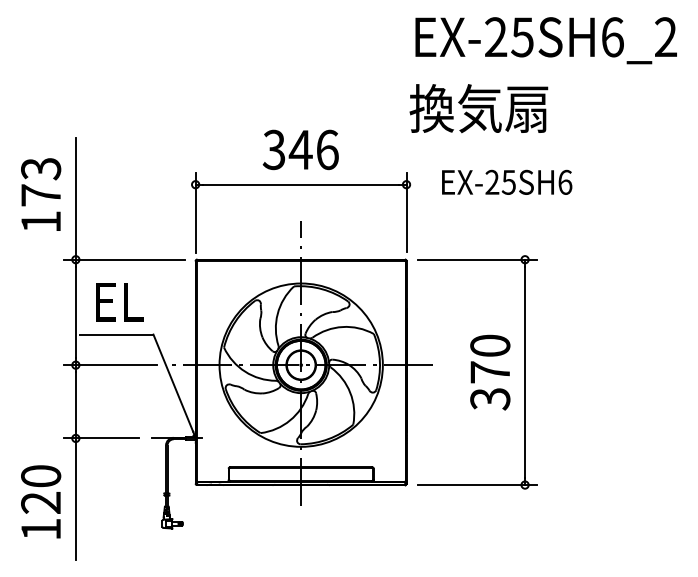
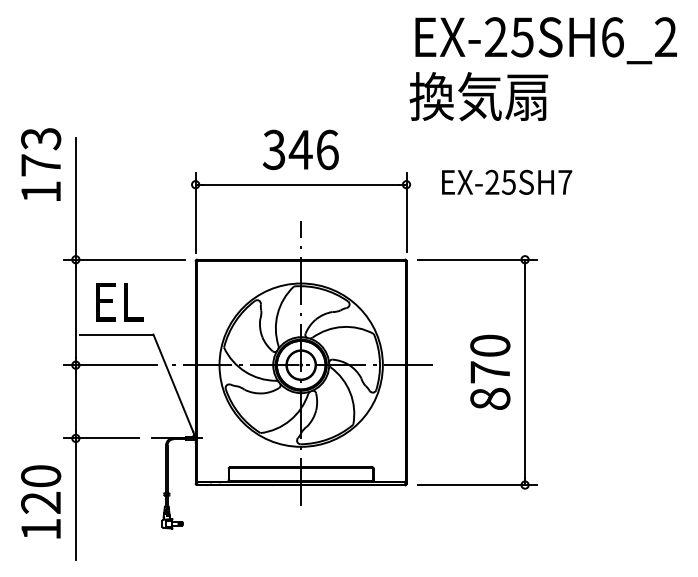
text at (478, 108) position: (478, 108) -> (478, 96)
text at (565, 181): EX-25SH6 -> EX-25SH7
text at (41, 194) position: (41, 194) -> (41, 164)
text at (490, 398): 370 -> 870
